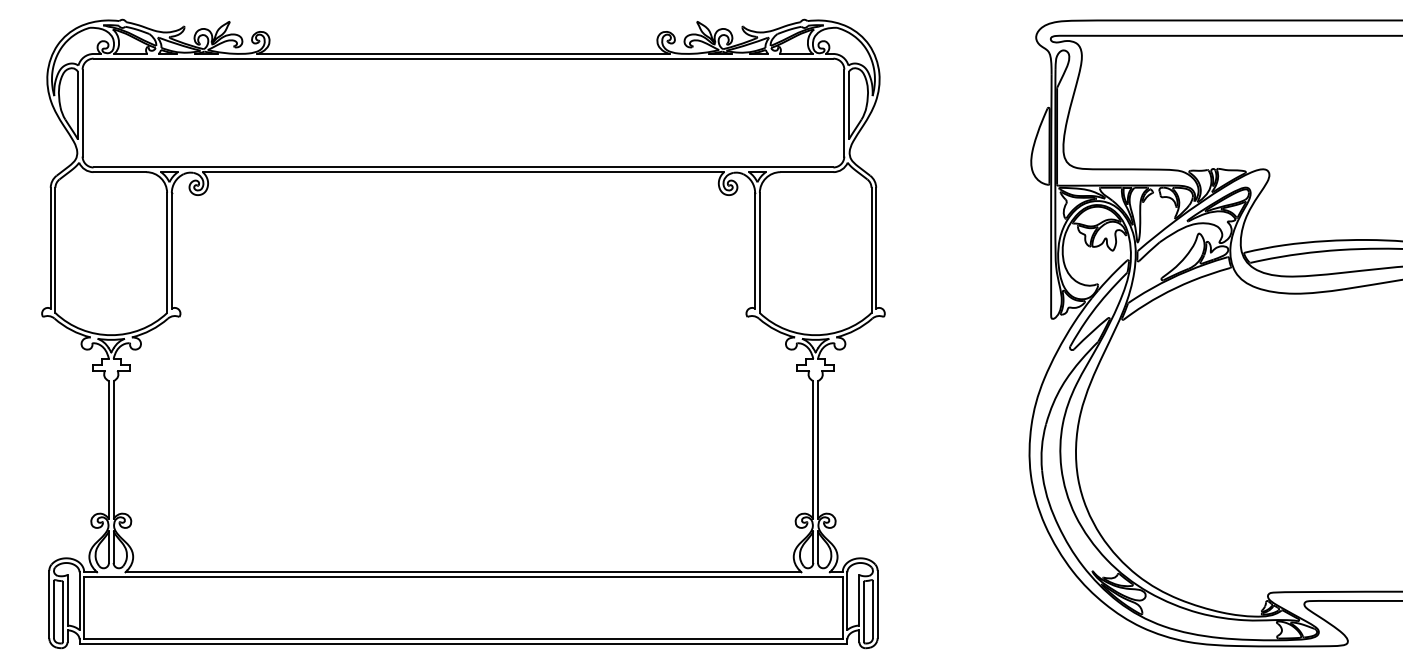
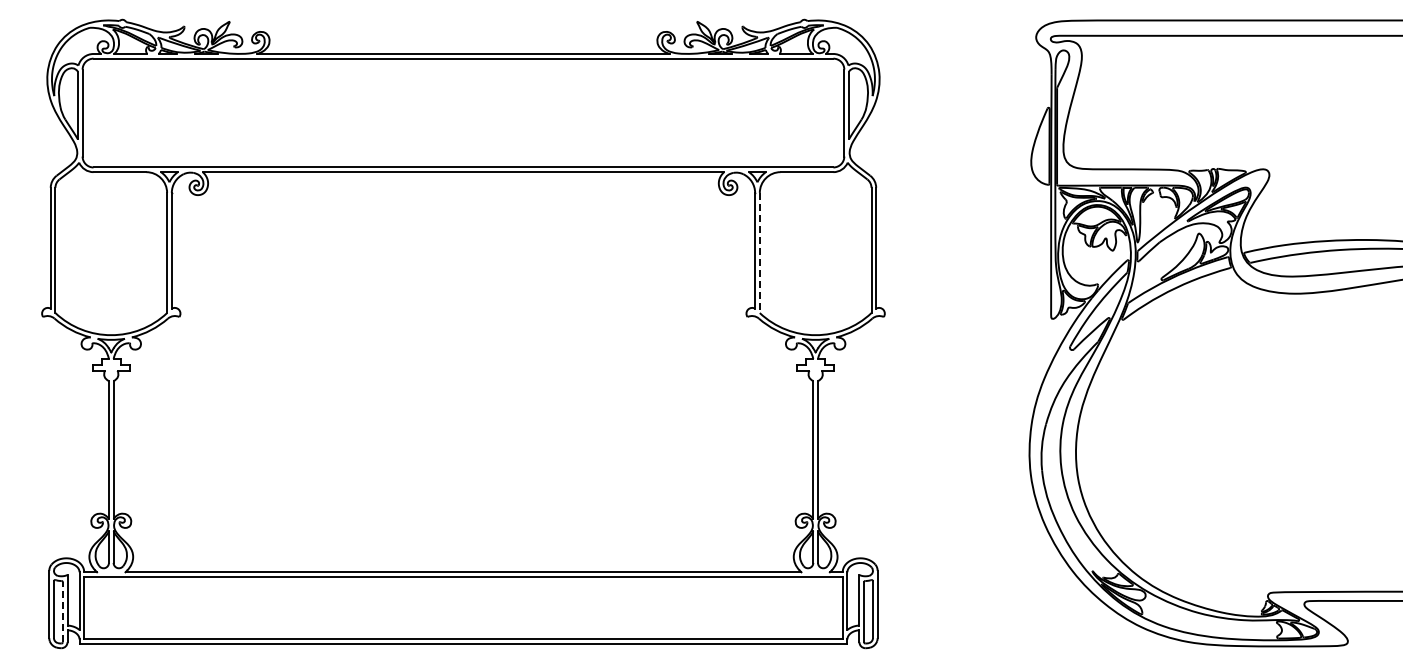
line at (759, 253): solid -> dashed
line at (62, 612): solid -> dashed
